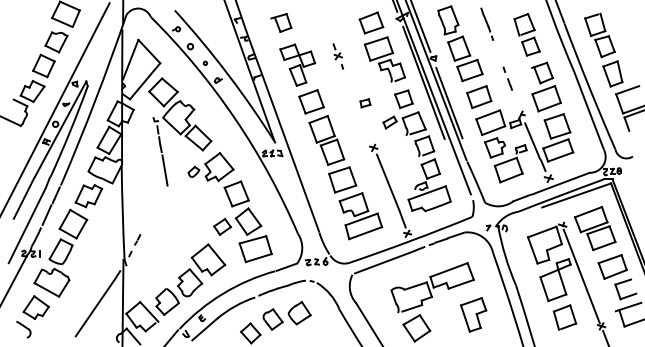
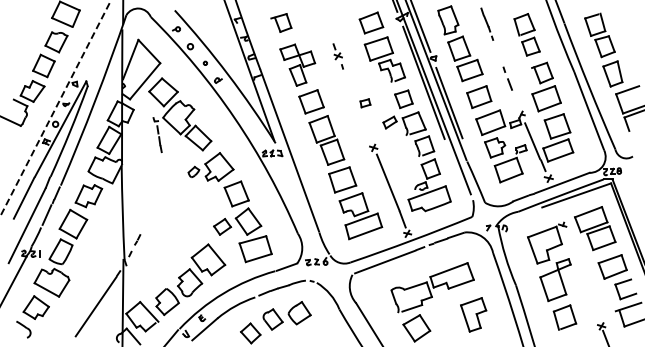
line at (54, 109): solid -> dashed
line at (164, 170): present -> none
line at (581, 276): present -> none
